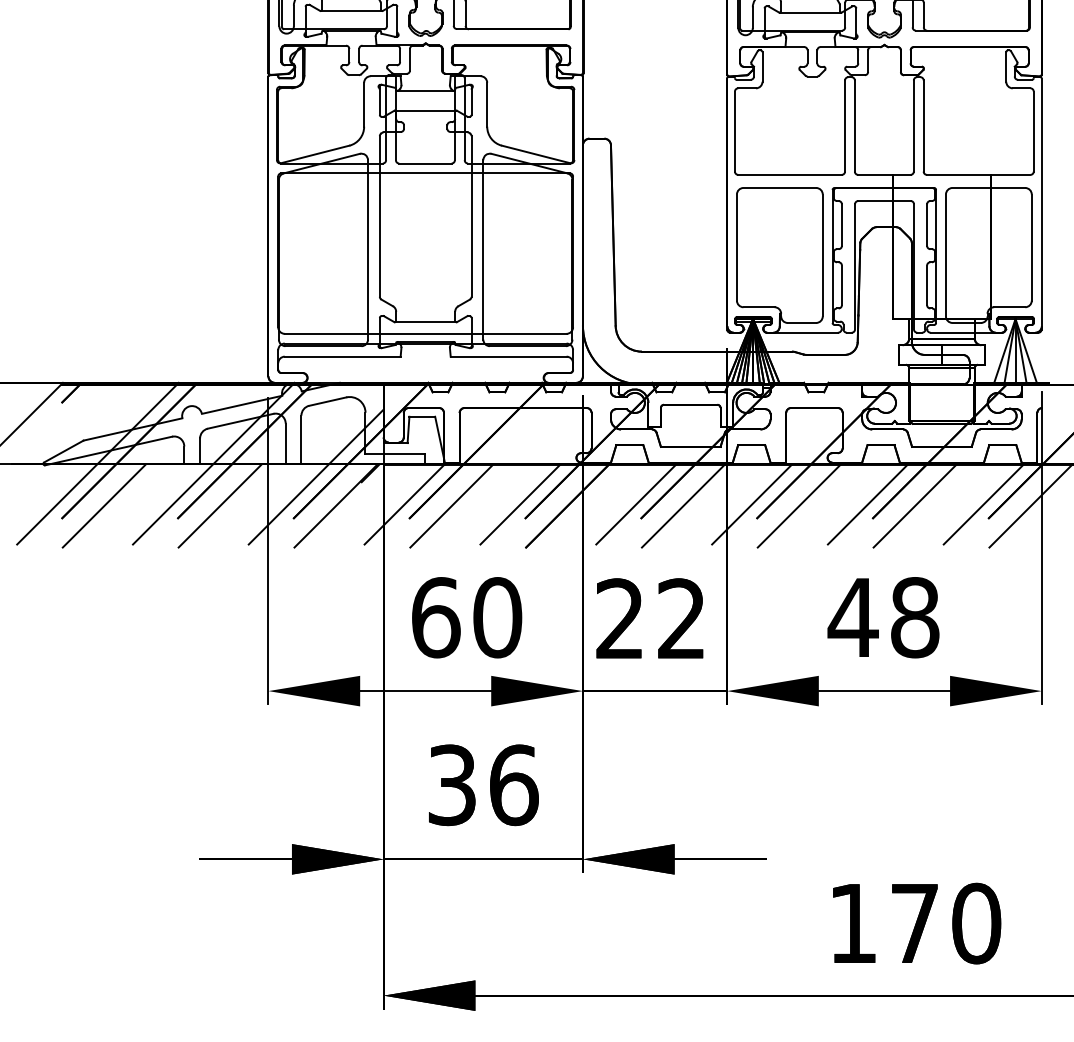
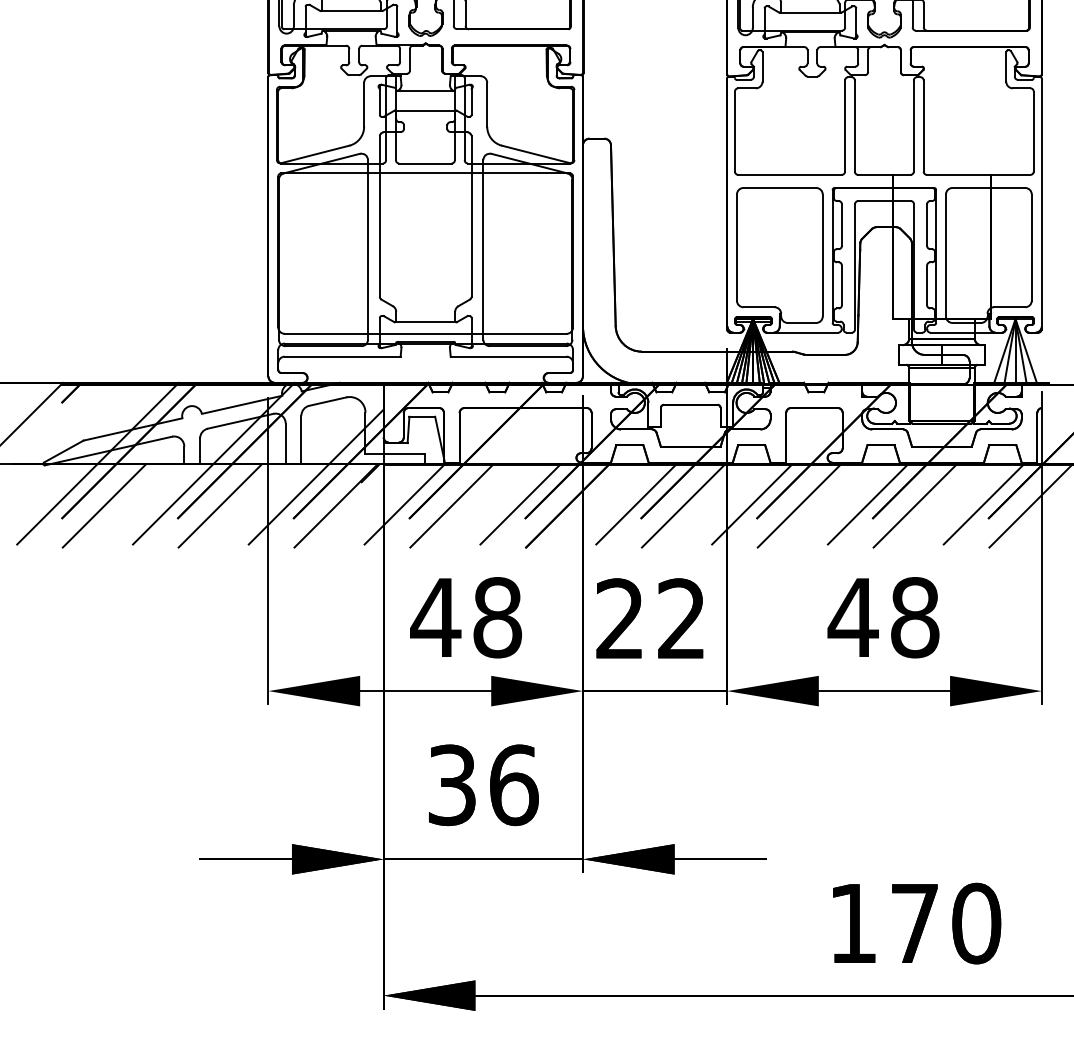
text at (466, 617): 60 -> 48
